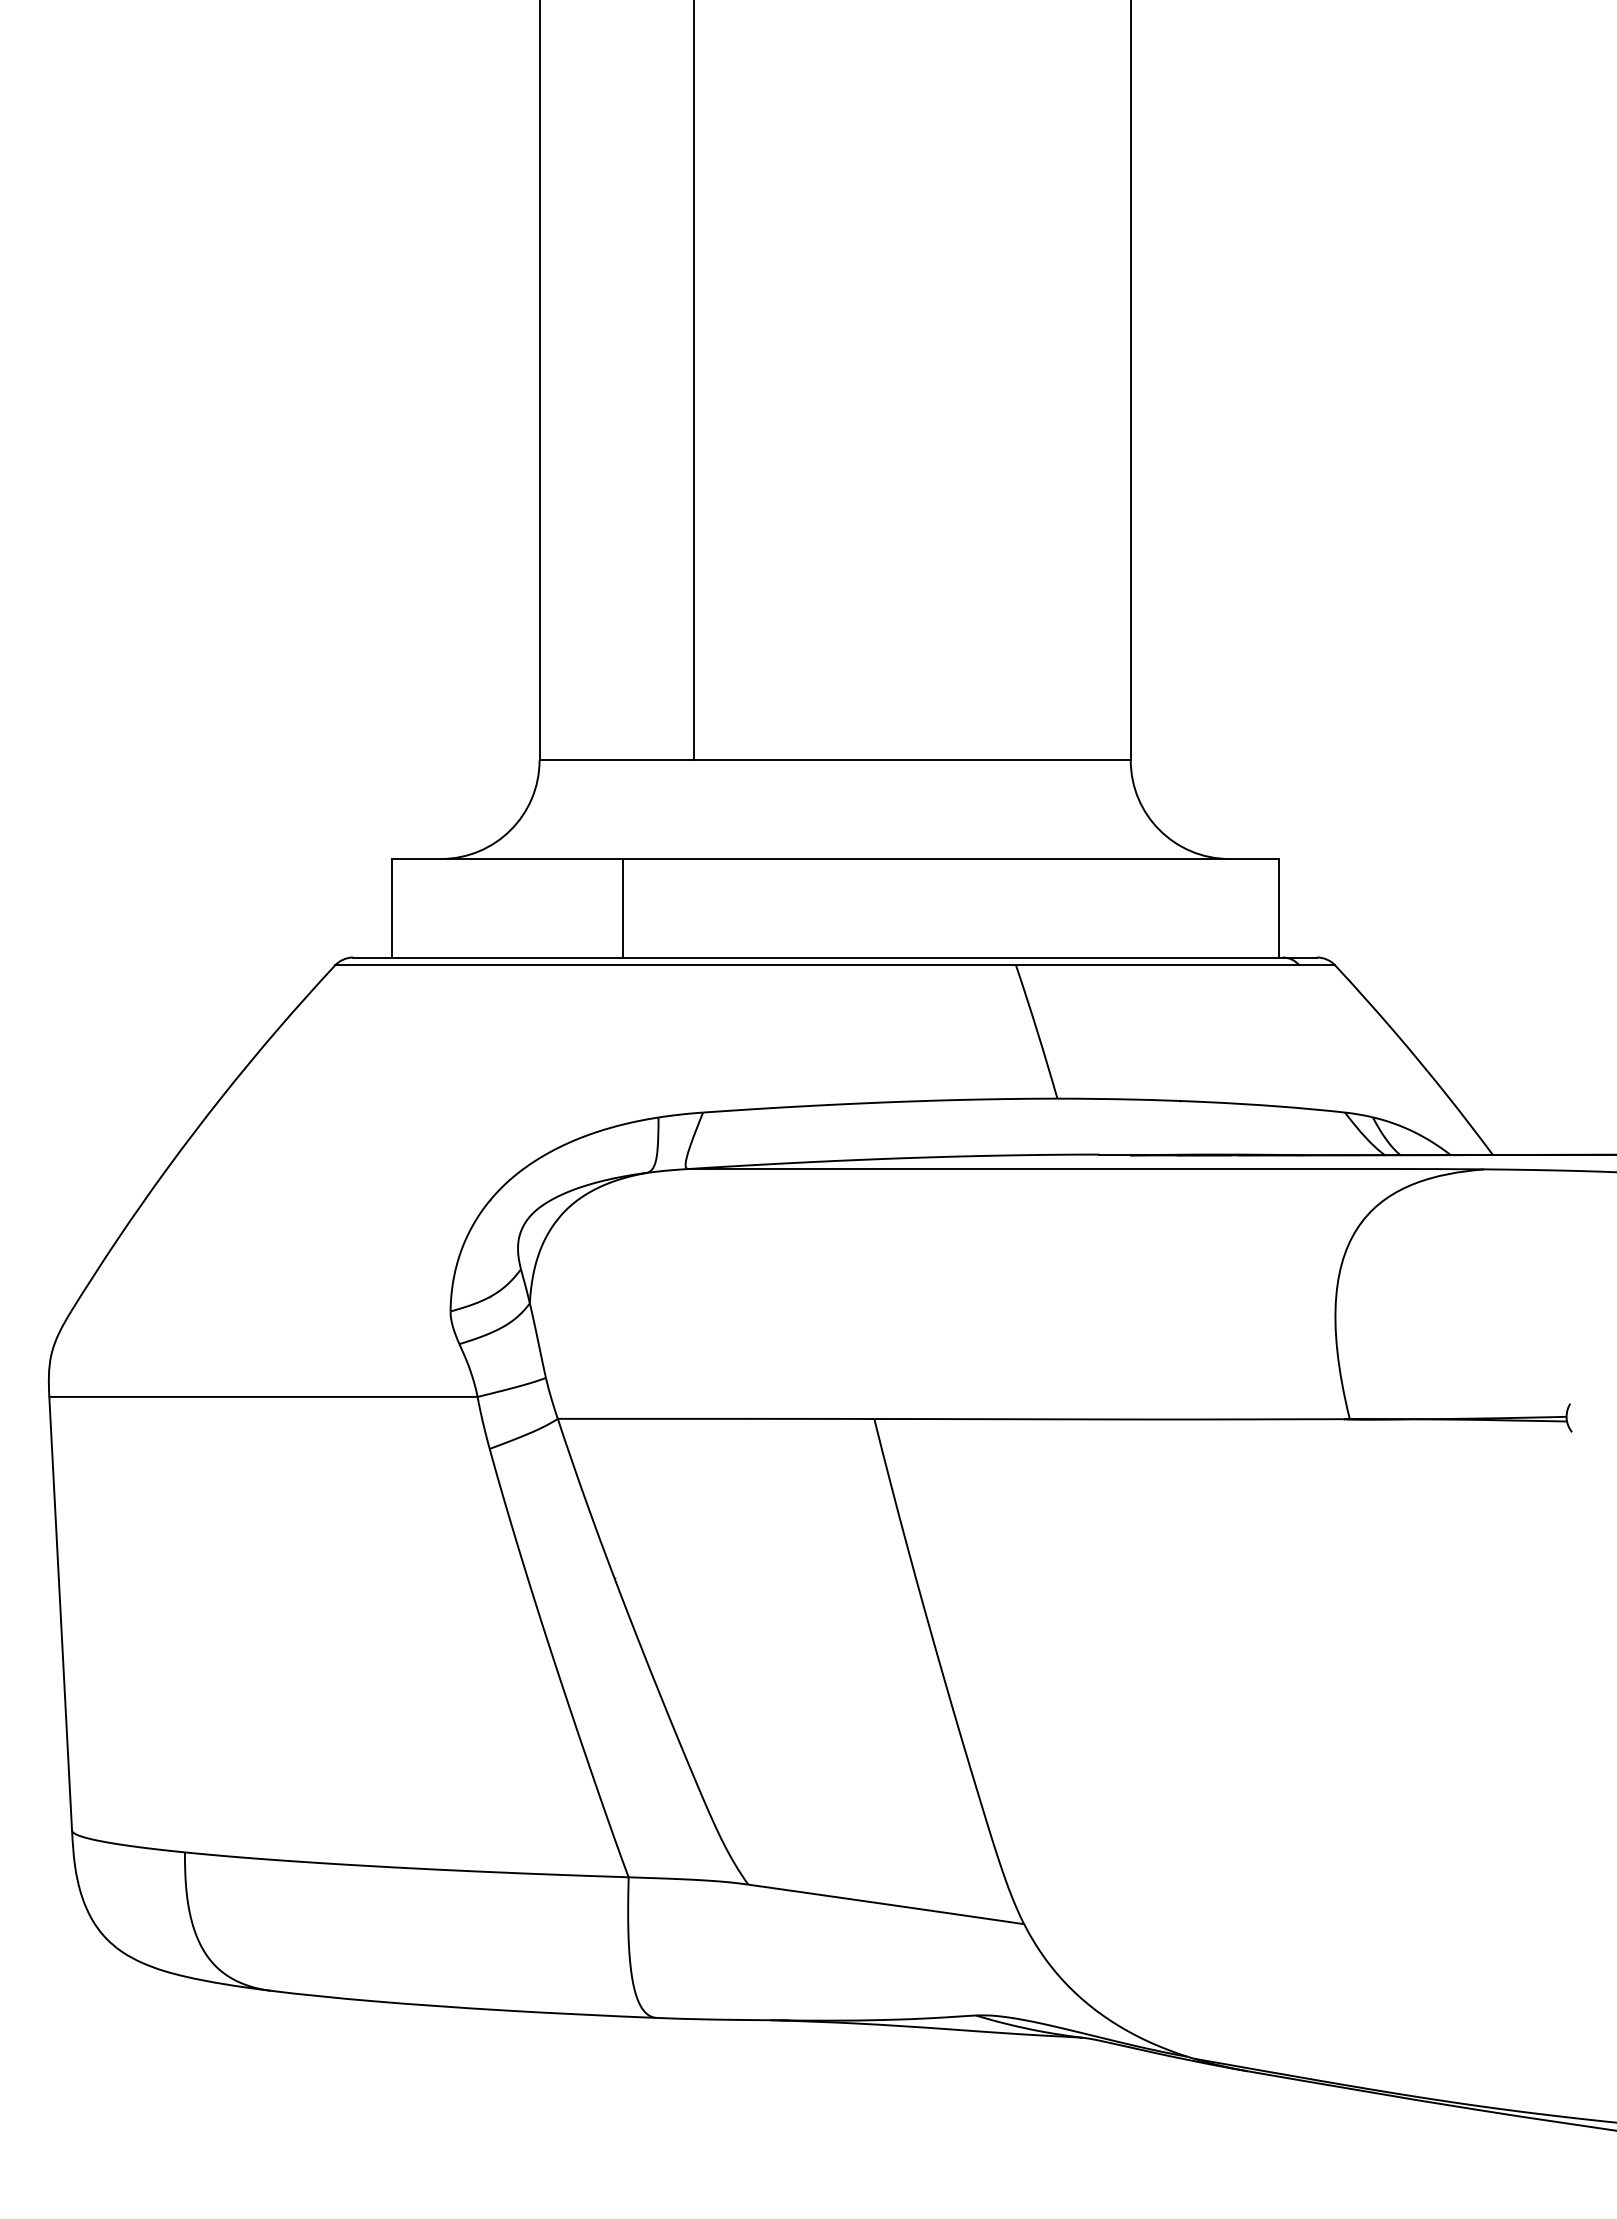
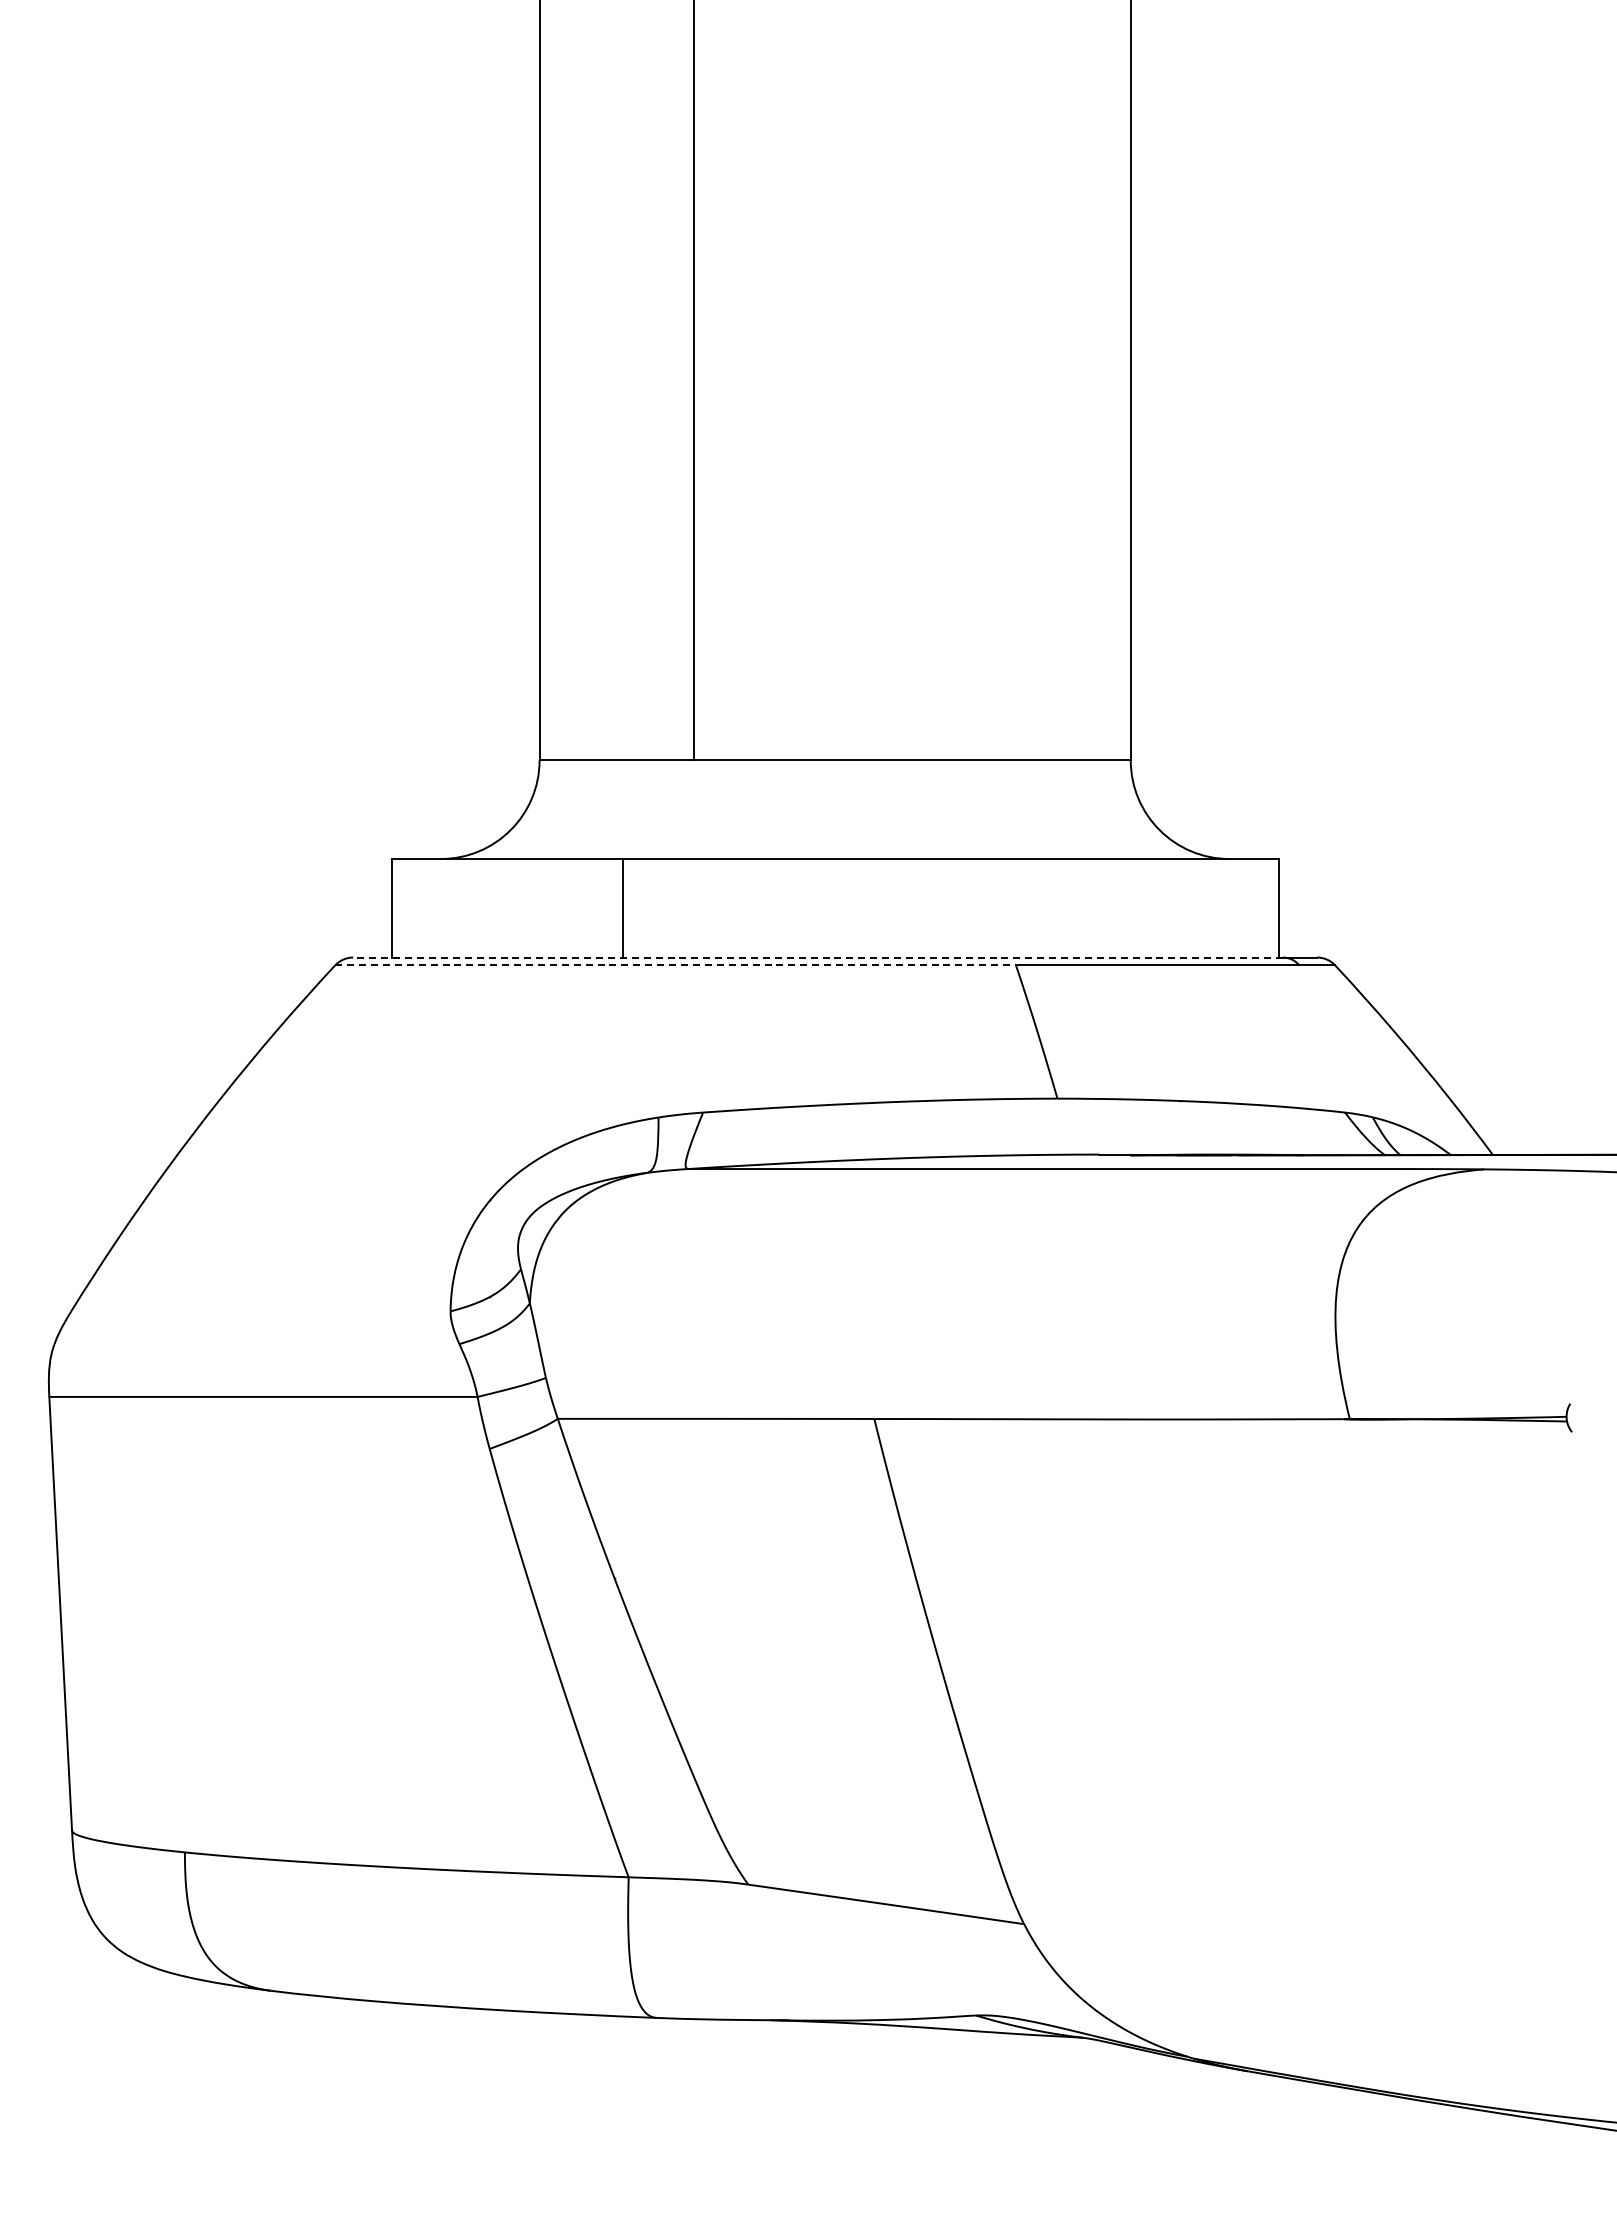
line at (818, 957): solid -> dashed
line at (676, 965): solid -> dashed
